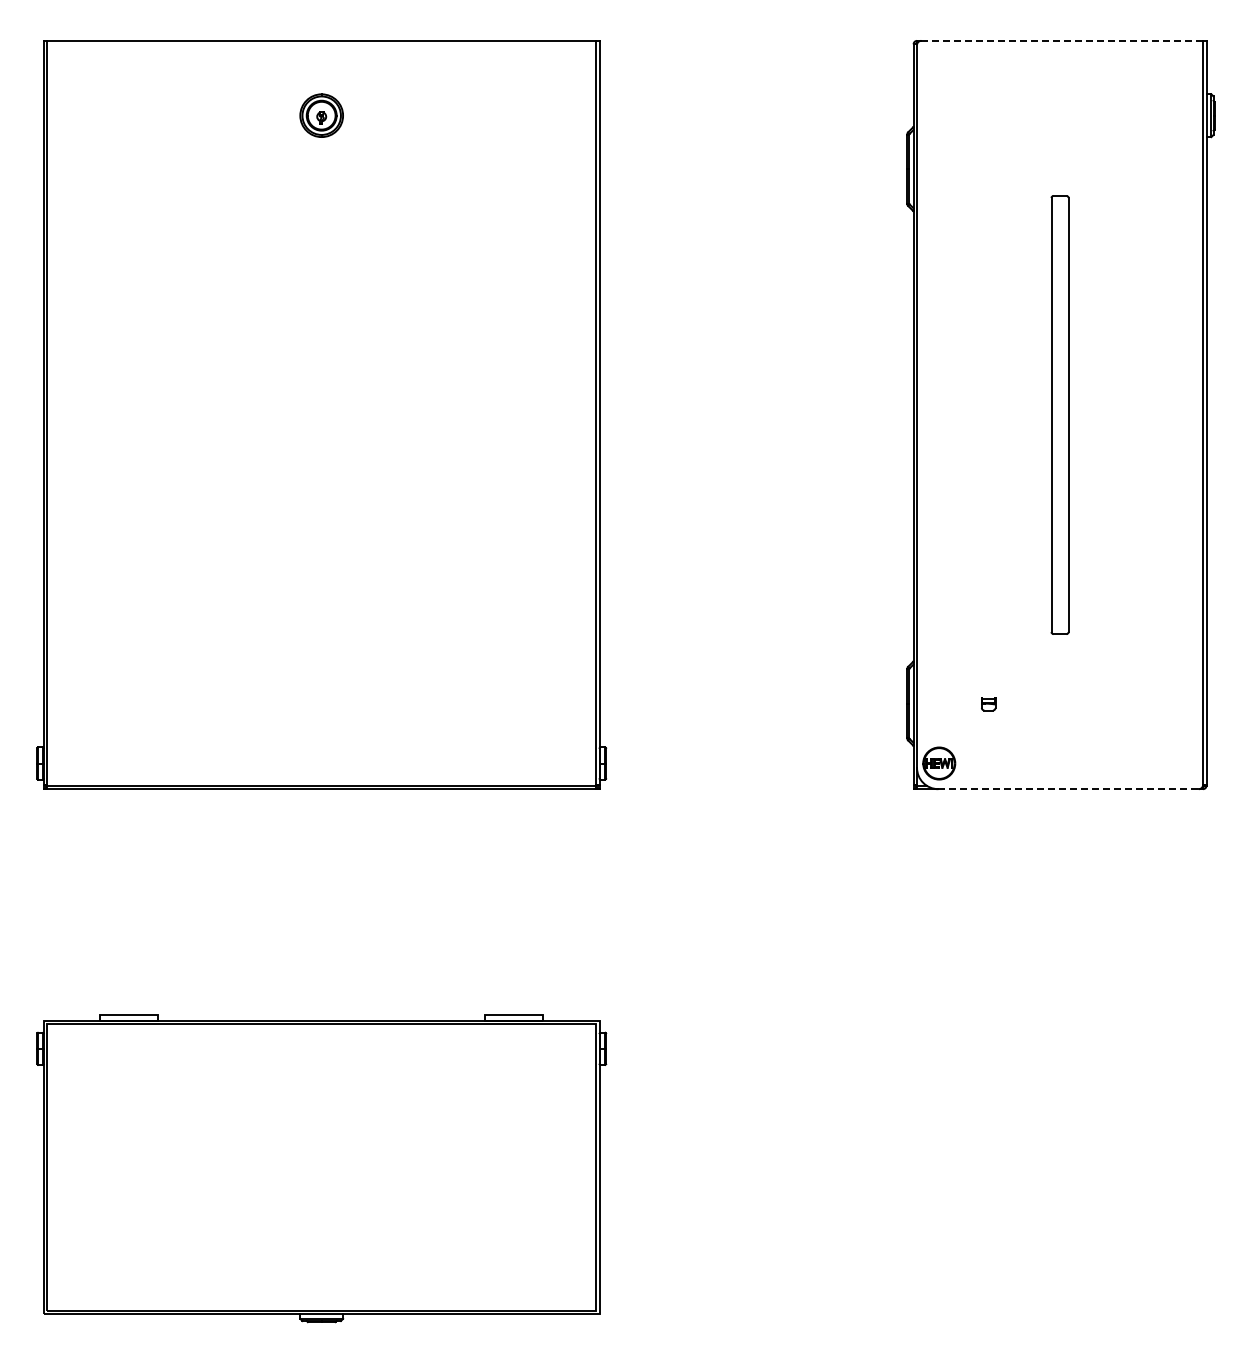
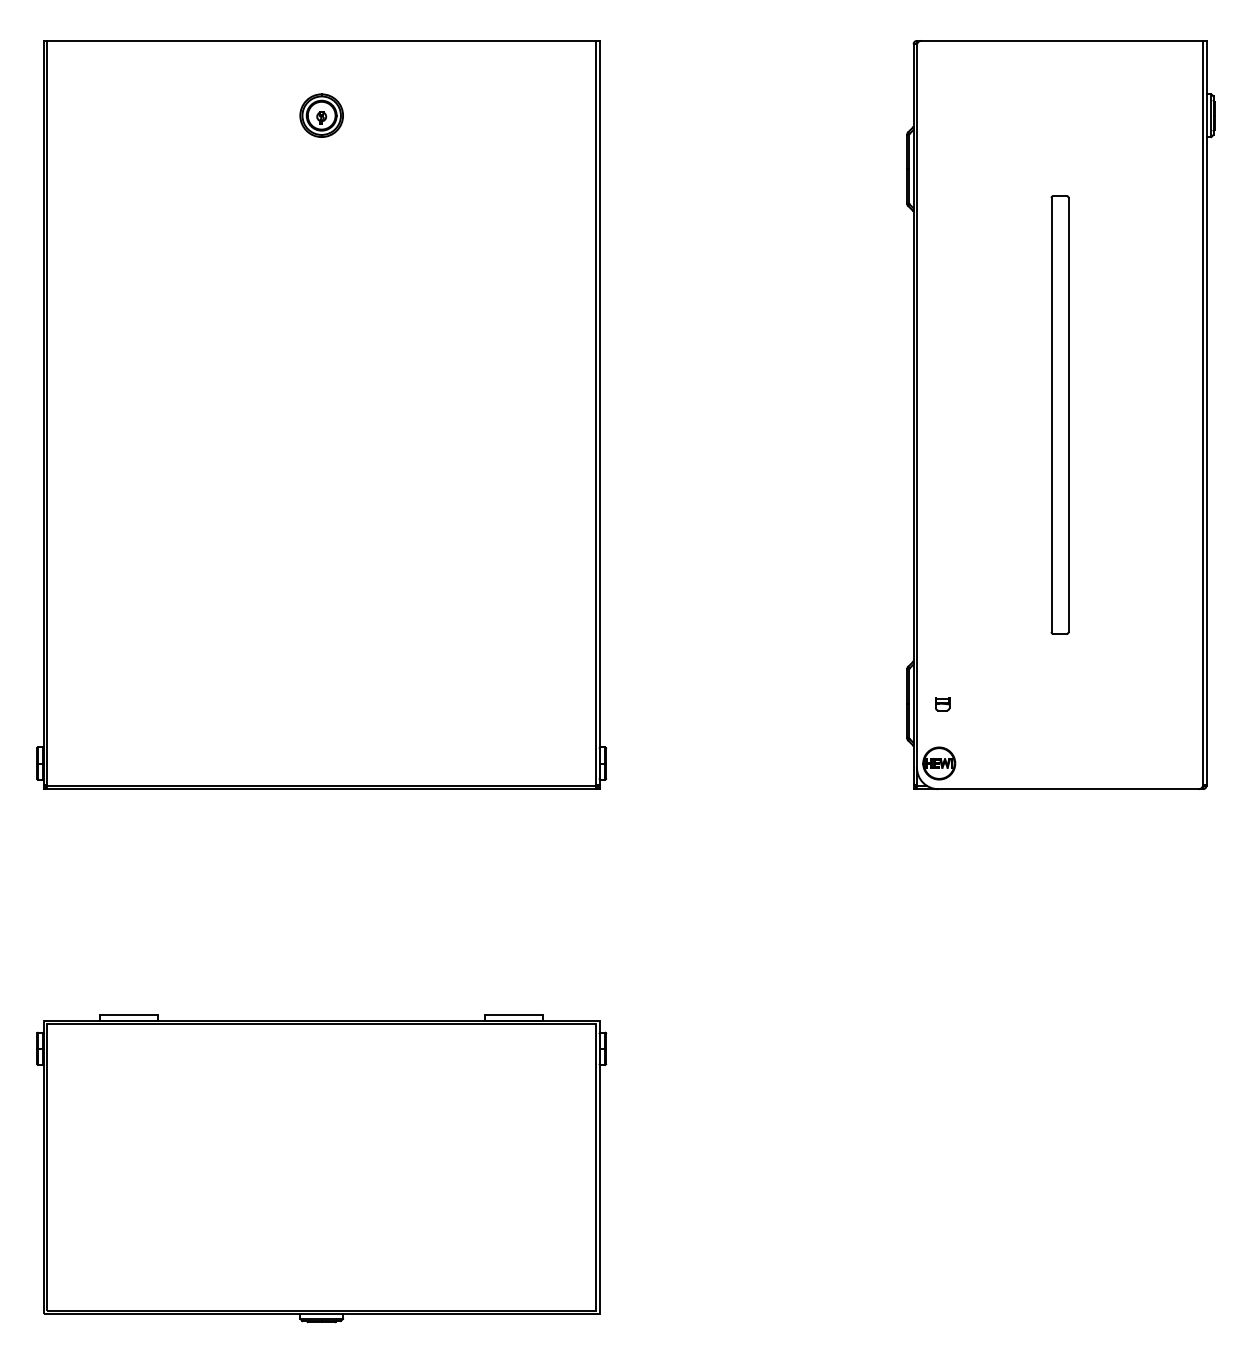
line at (1062, 40): dashed -> solid
part at (988, 704) position: (988, 704) -> (942, 704)
line at (1069, 789): dashed -> solid
